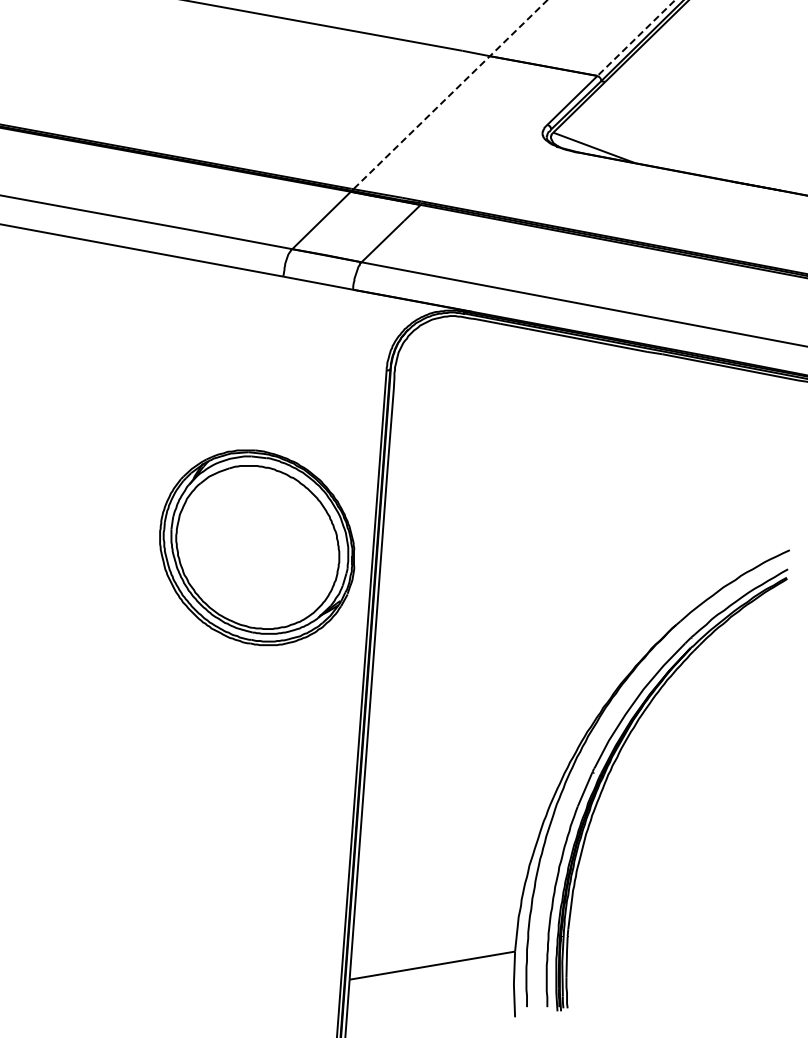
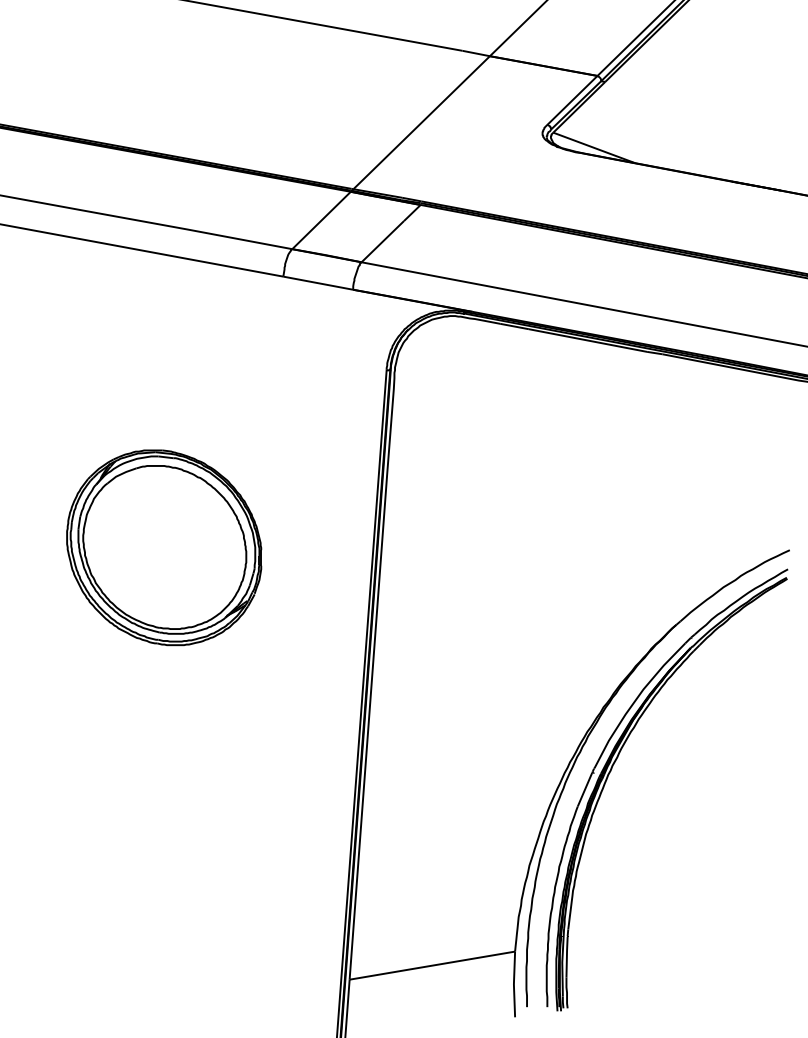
line at (636, 38): dashed -> solid
line at (450, 94): dashed -> solid
part at (257, 547) position: (257, 547) -> (164, 547)
